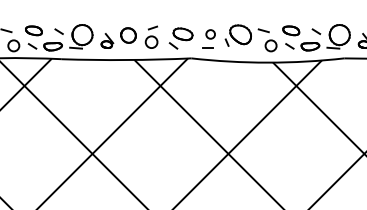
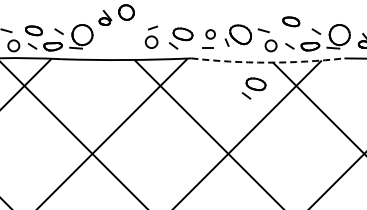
part at (291, 30) position: (291, 30) -> (291, 21)
part at (118, 37) position: (118, 37) -> (116, 14)
arc at (267, 62): solid -> dashed
part at (253, 88): none -> present
